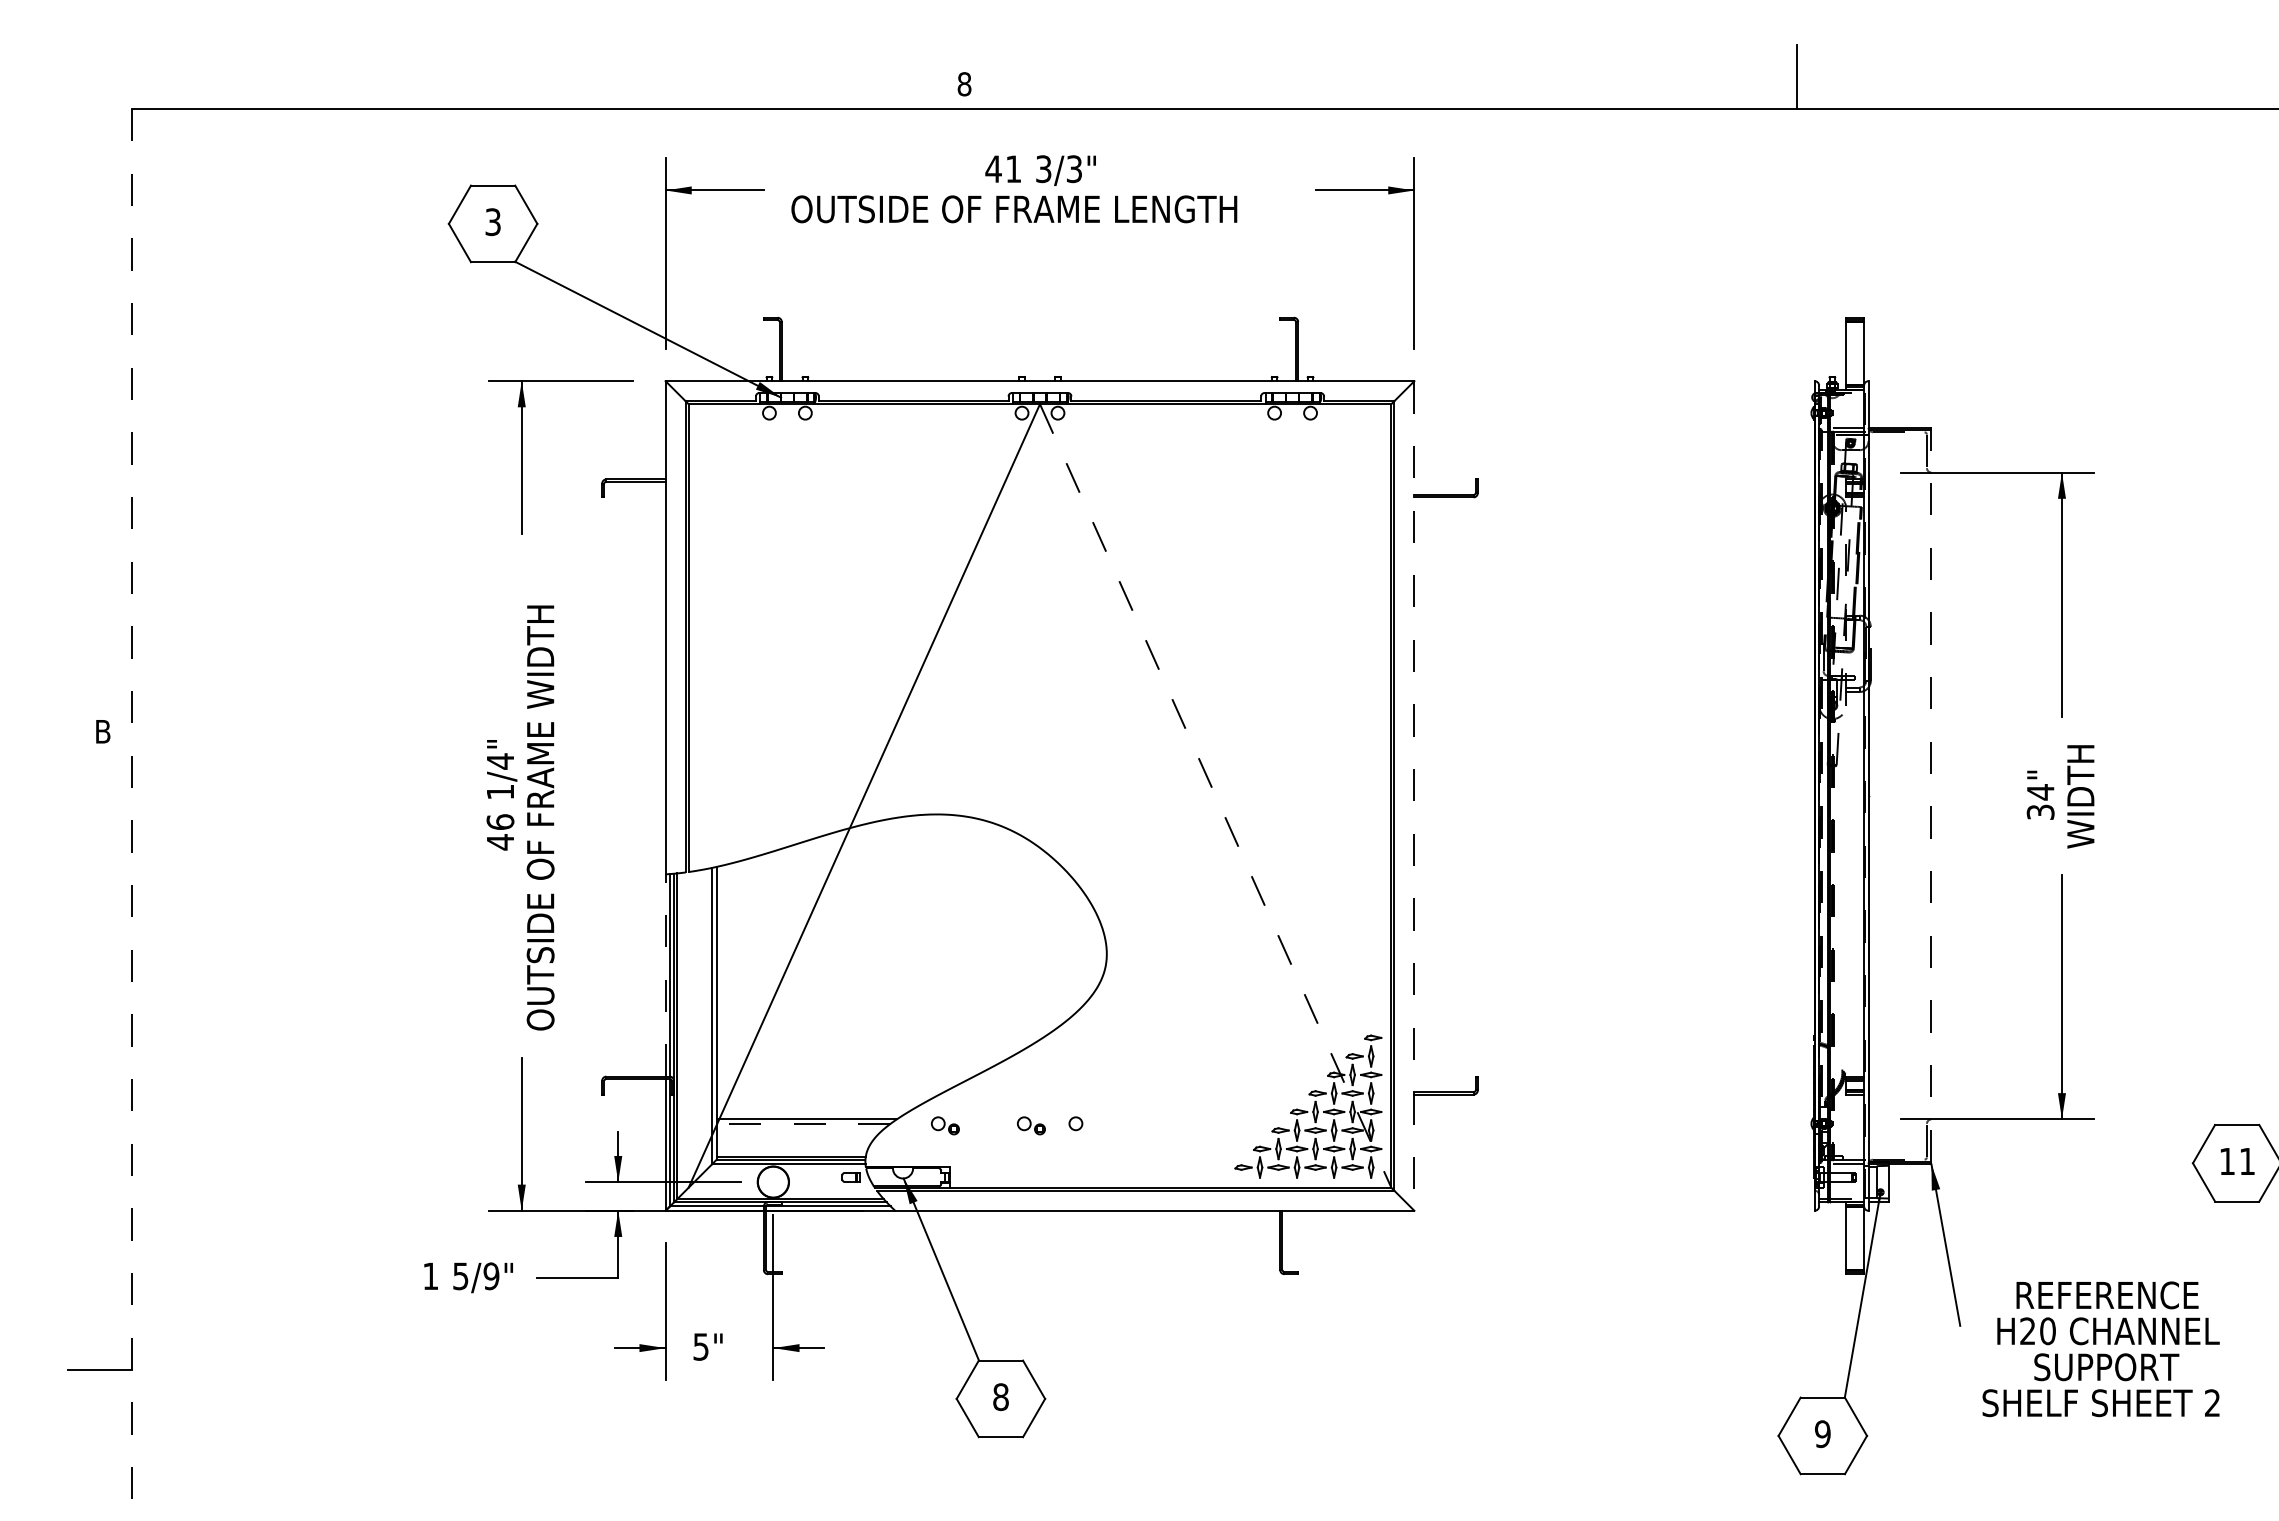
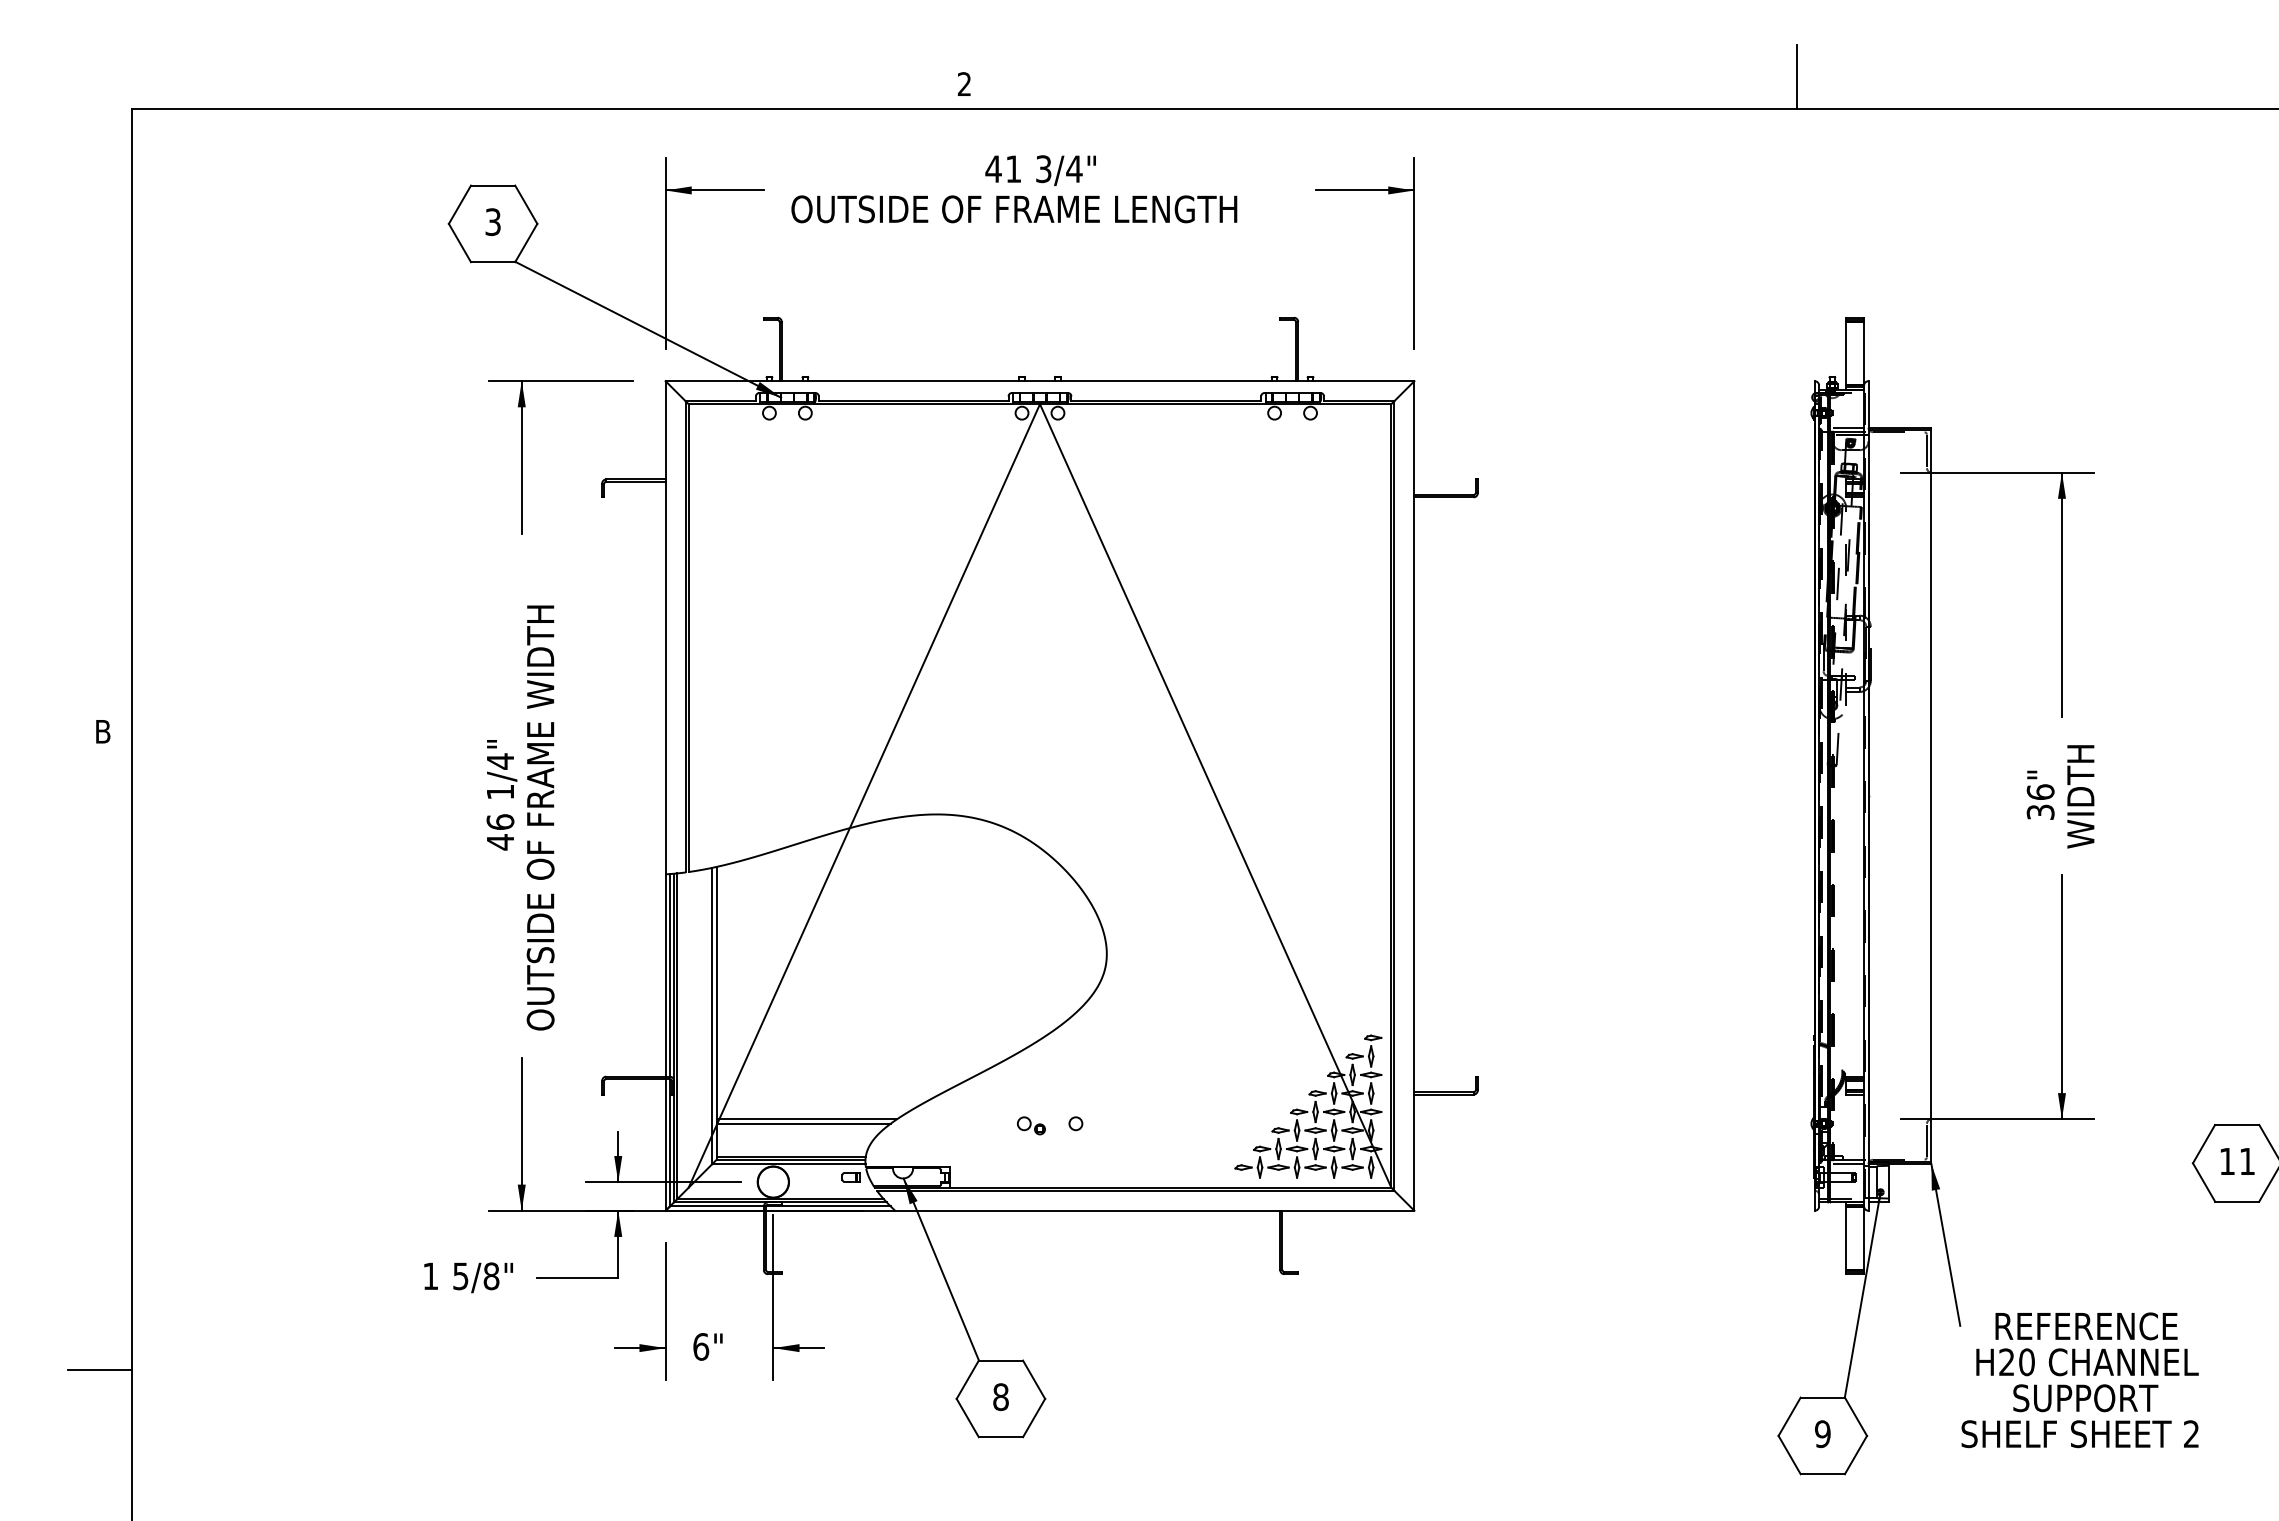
text at (964, 84): 8 -> 2
text at (1074, 169): 3/3" -> 3/4"
text at (2040, 792): 34" -> 36"
line at (1414, 795): dashed -> solid
line at (1931, 795): dashed -> solid
line at (1215, 796): dashed -> solid
line at (132, 815): dashed -> solid
line at (665, 975): dashed -> solid
line at (803, 1123): dashed -> solid
part at (945, 1125): present -> none
text at (491, 1276): 5/9" -> 5/8"
text at (701, 1346): 5" -> 6"
text at (2100, 1349) position: (2100, 1349) -> (2079, 1380)
